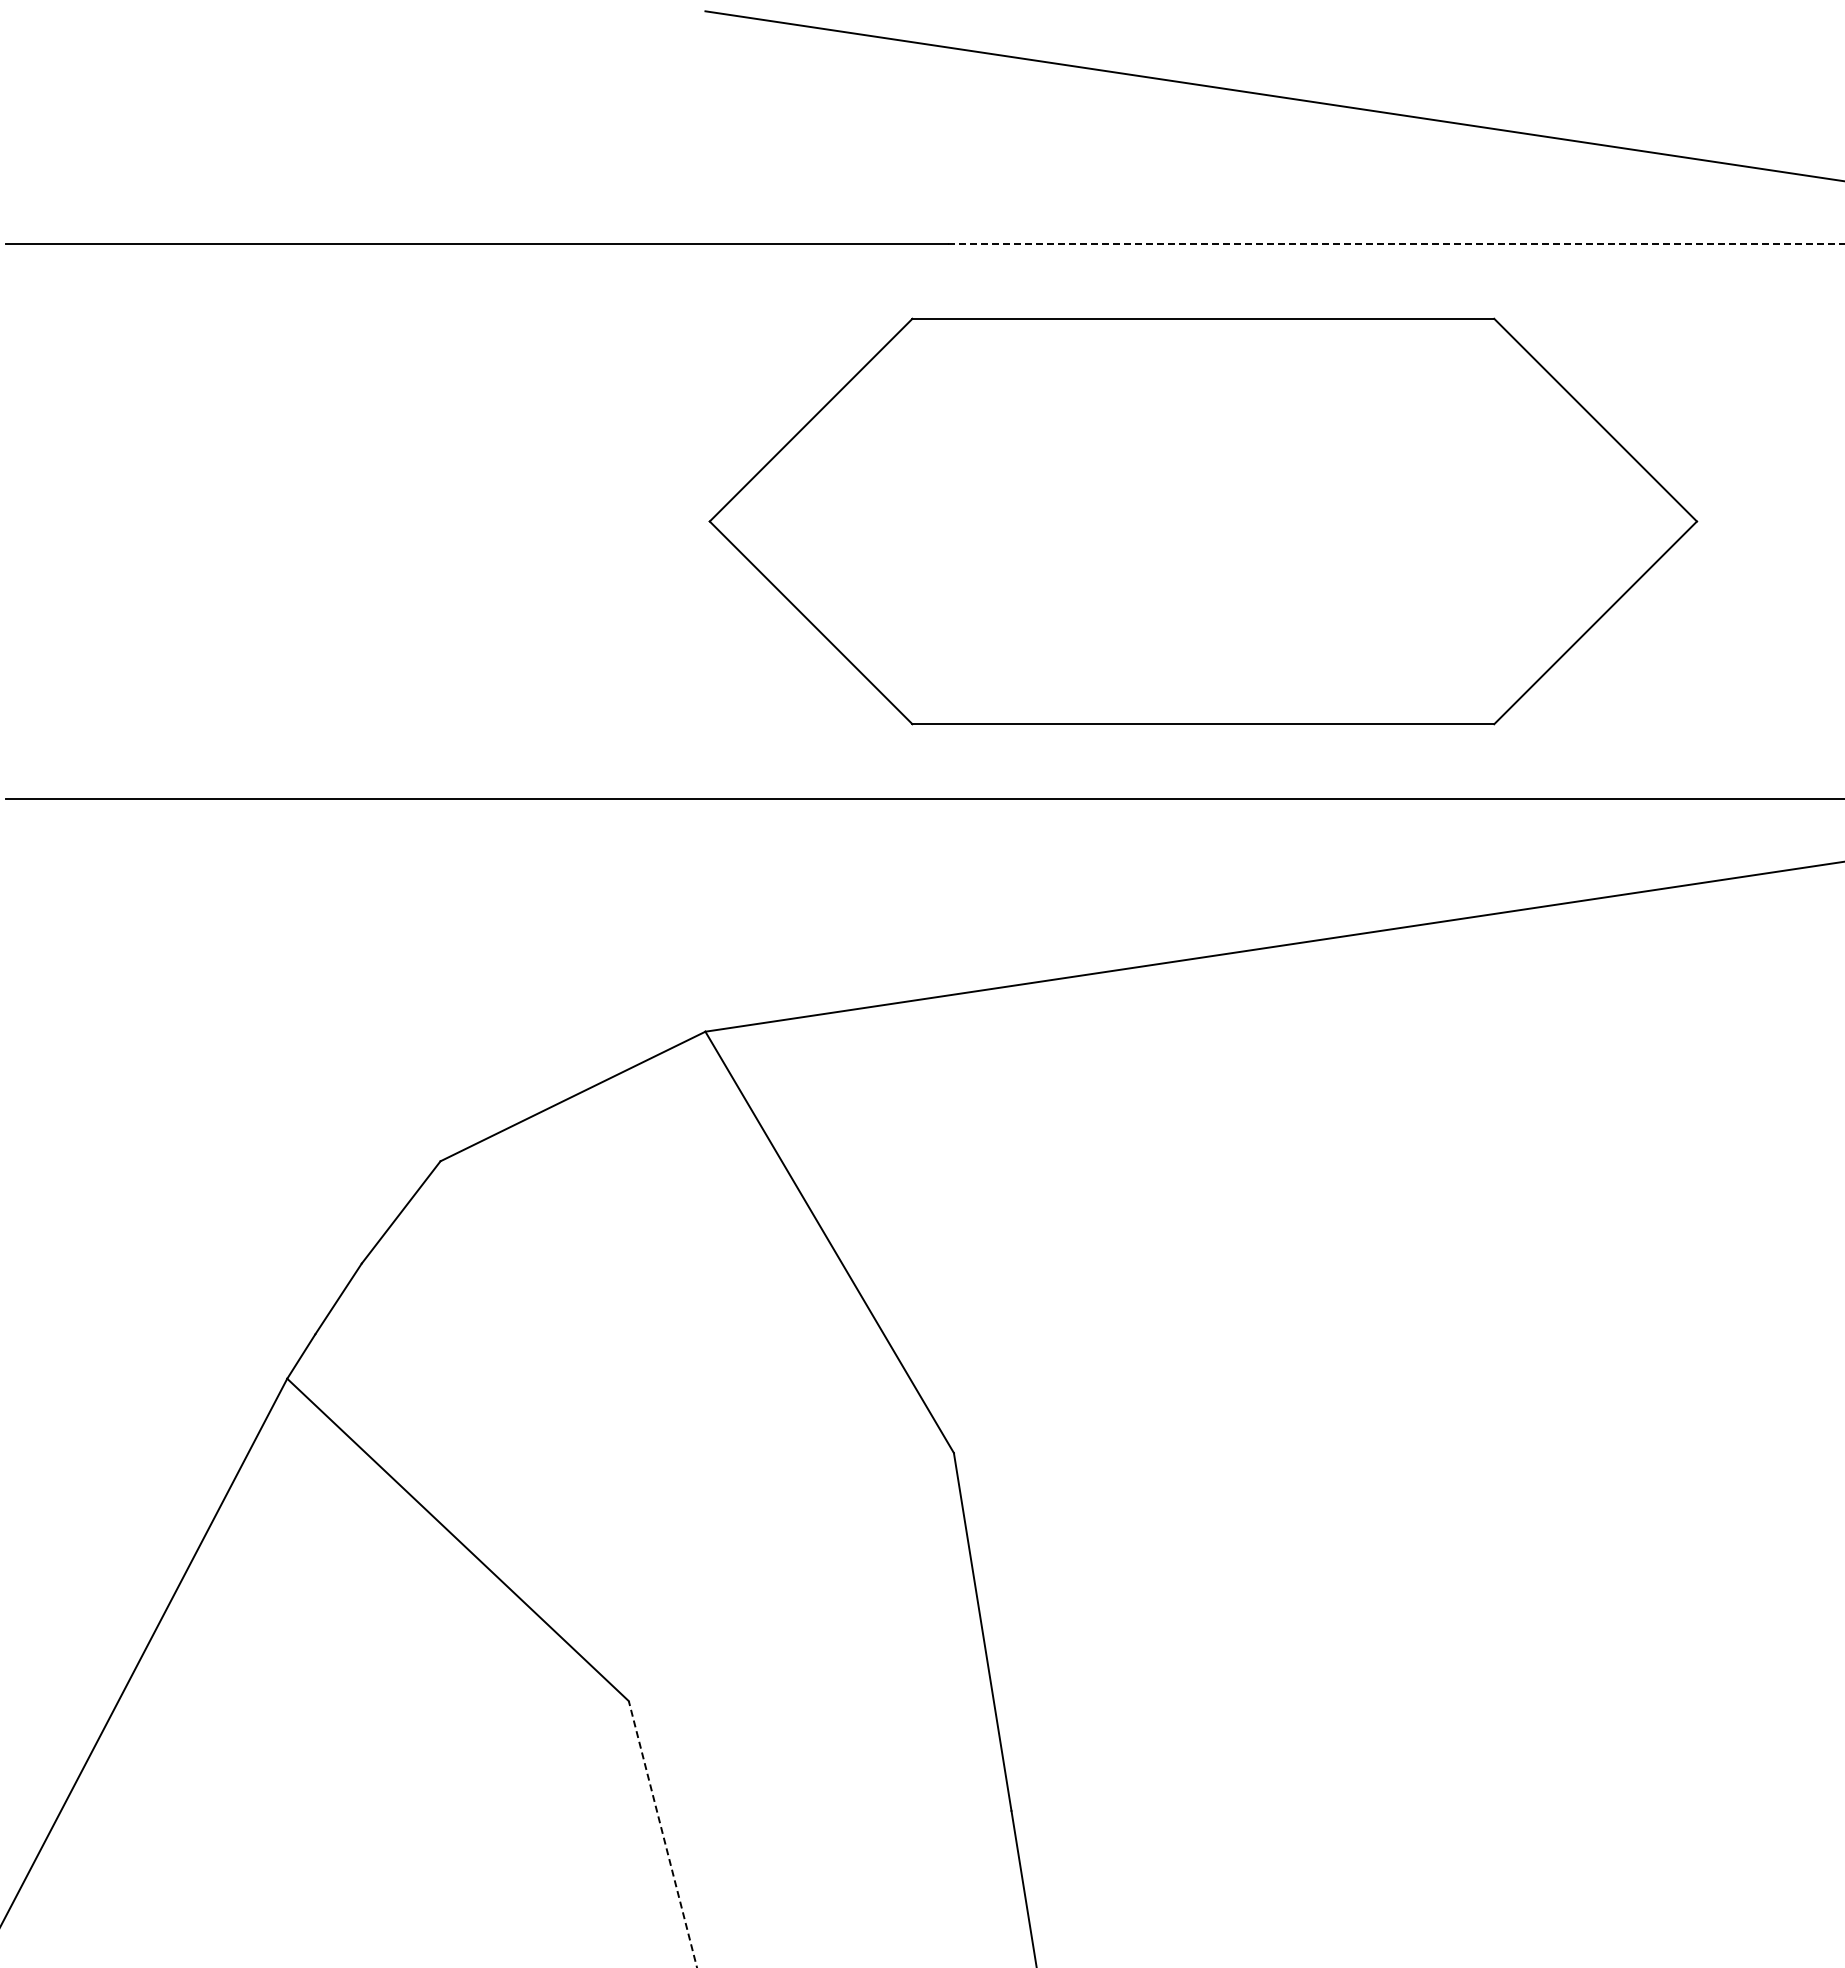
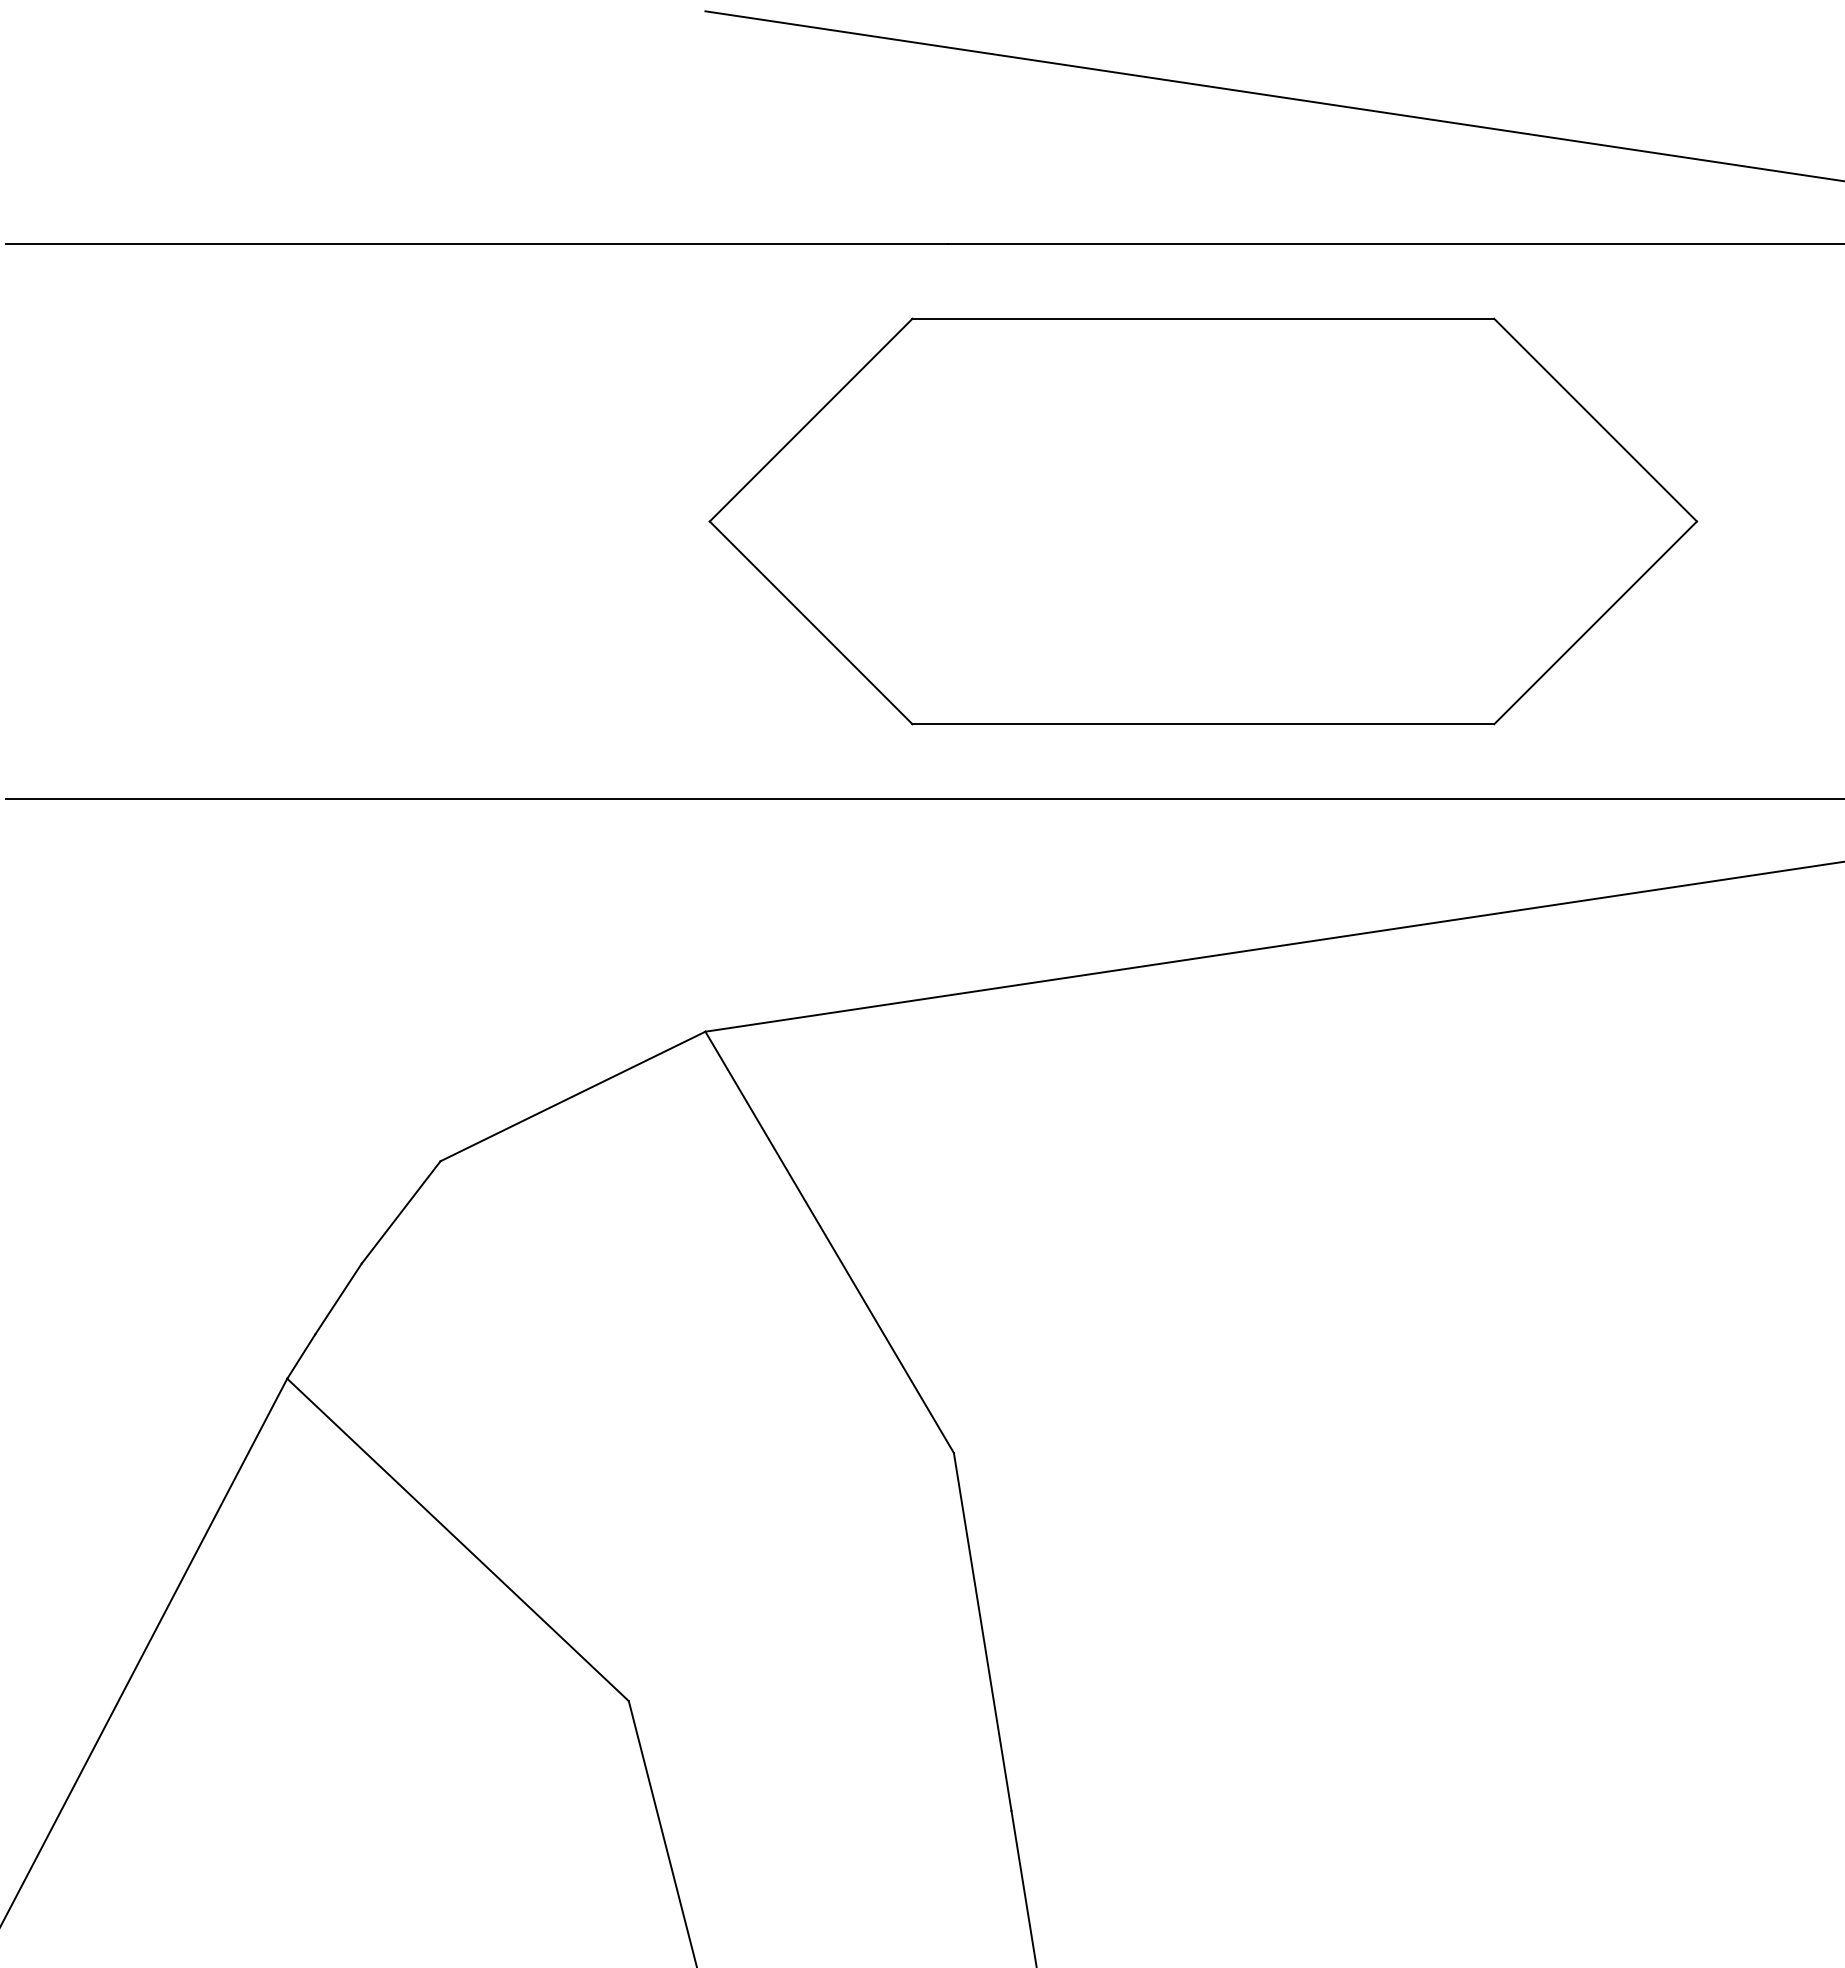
line at (1396, 244): dashed -> solid
line at (662, 1834): dashed -> solid
